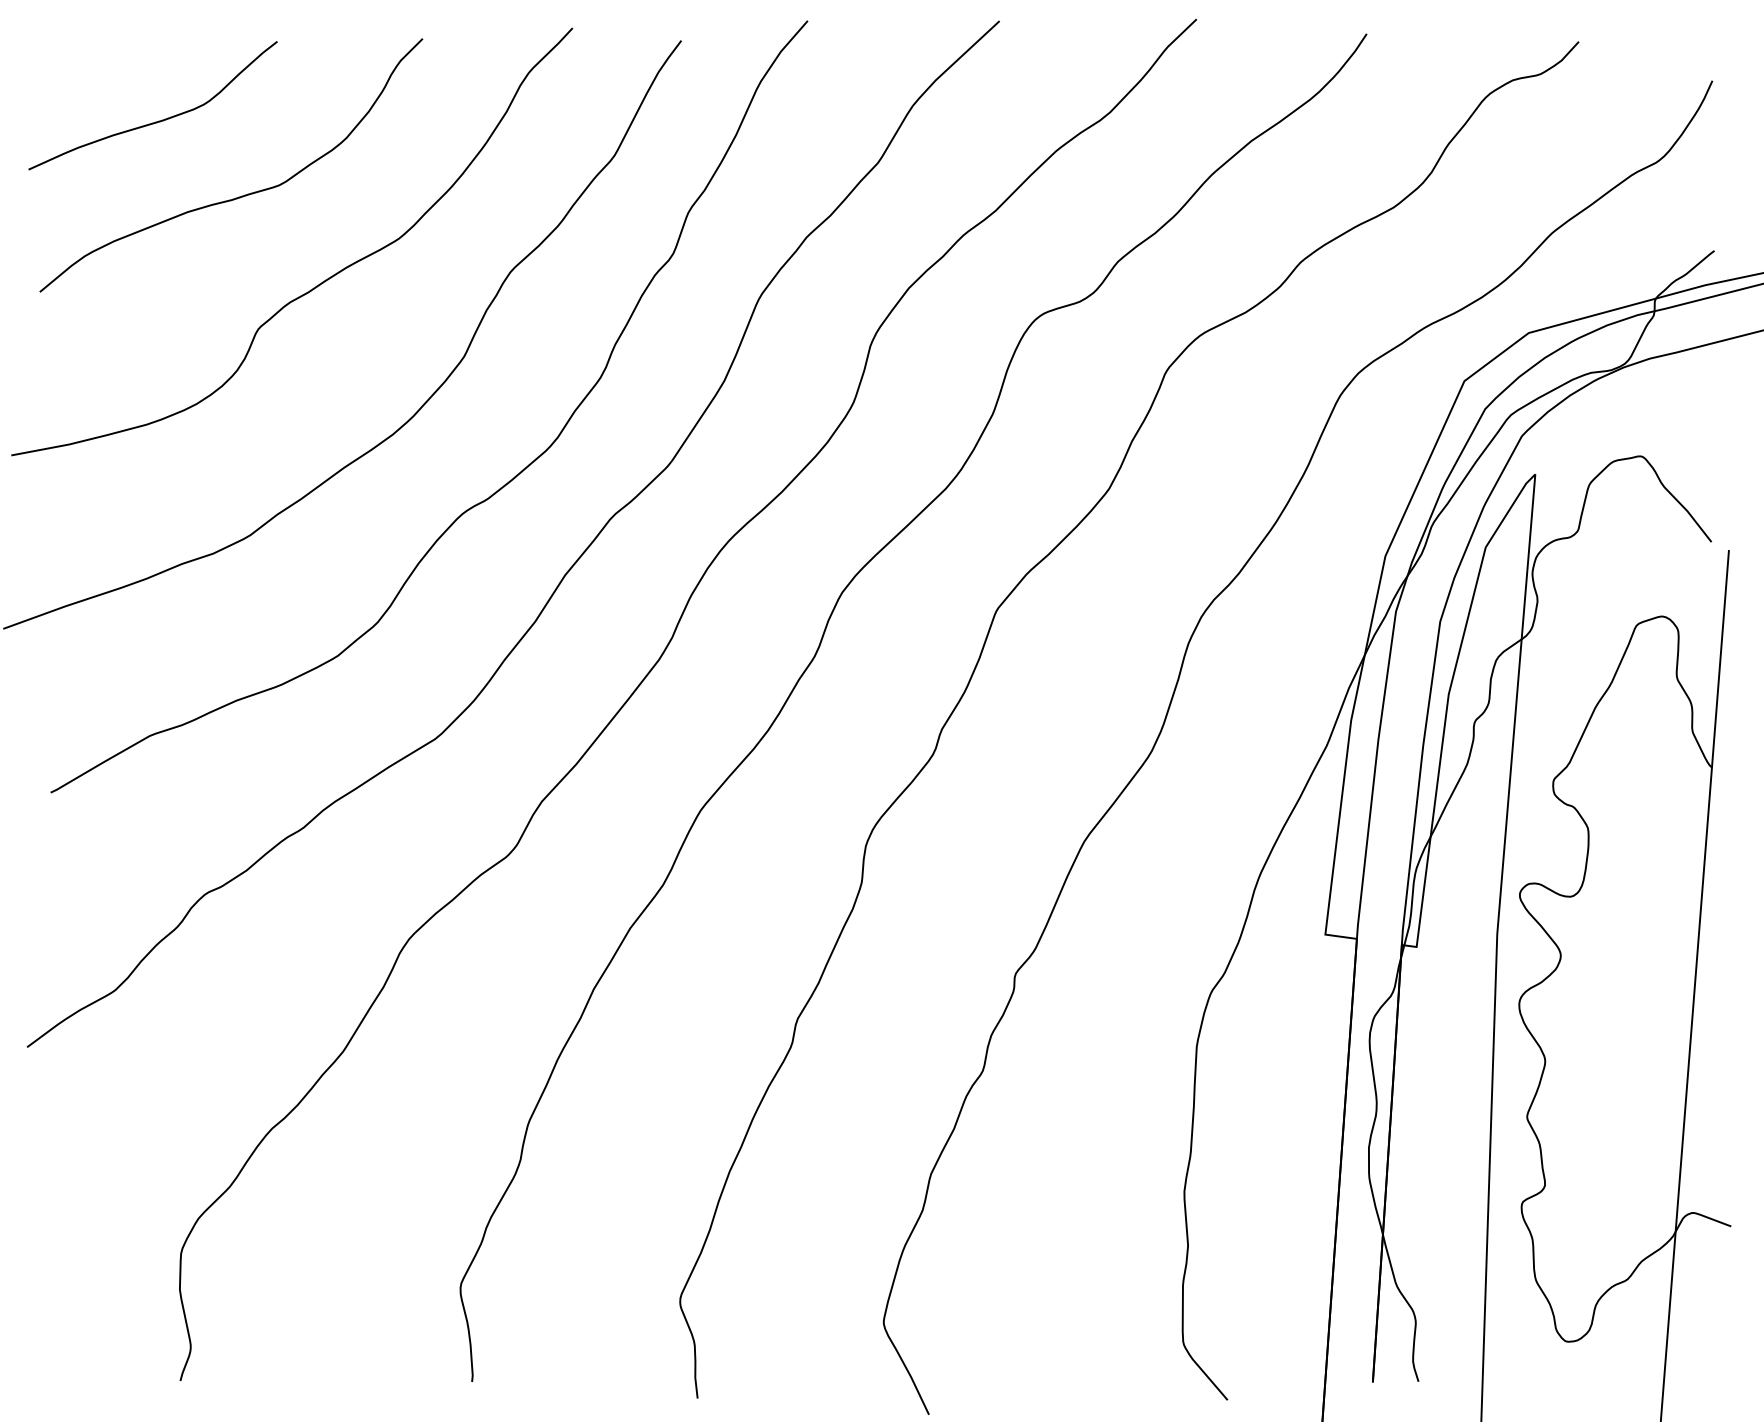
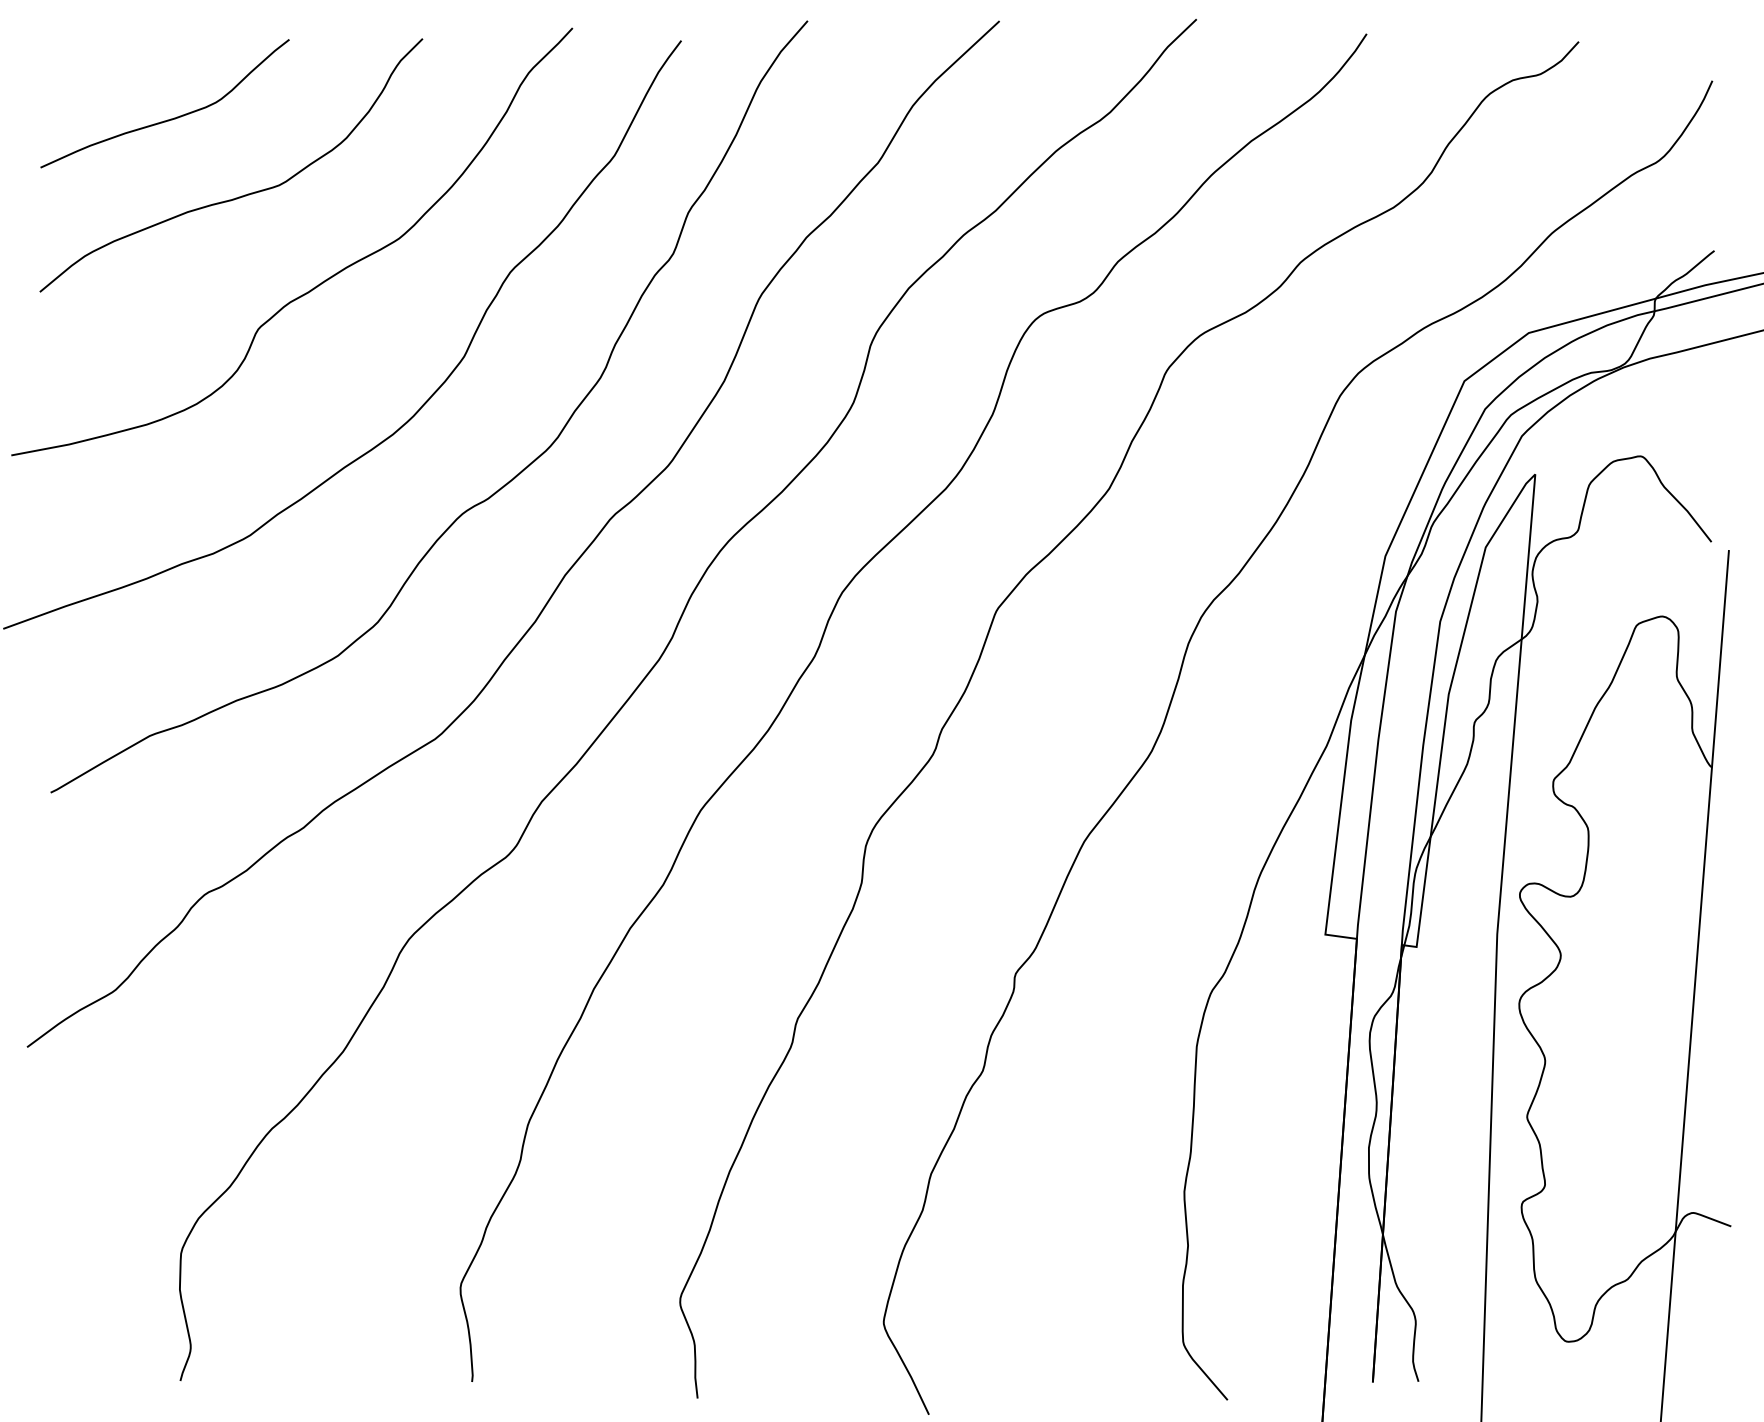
curve at (158, 120) position: (158, 120) -> (170, 118)
